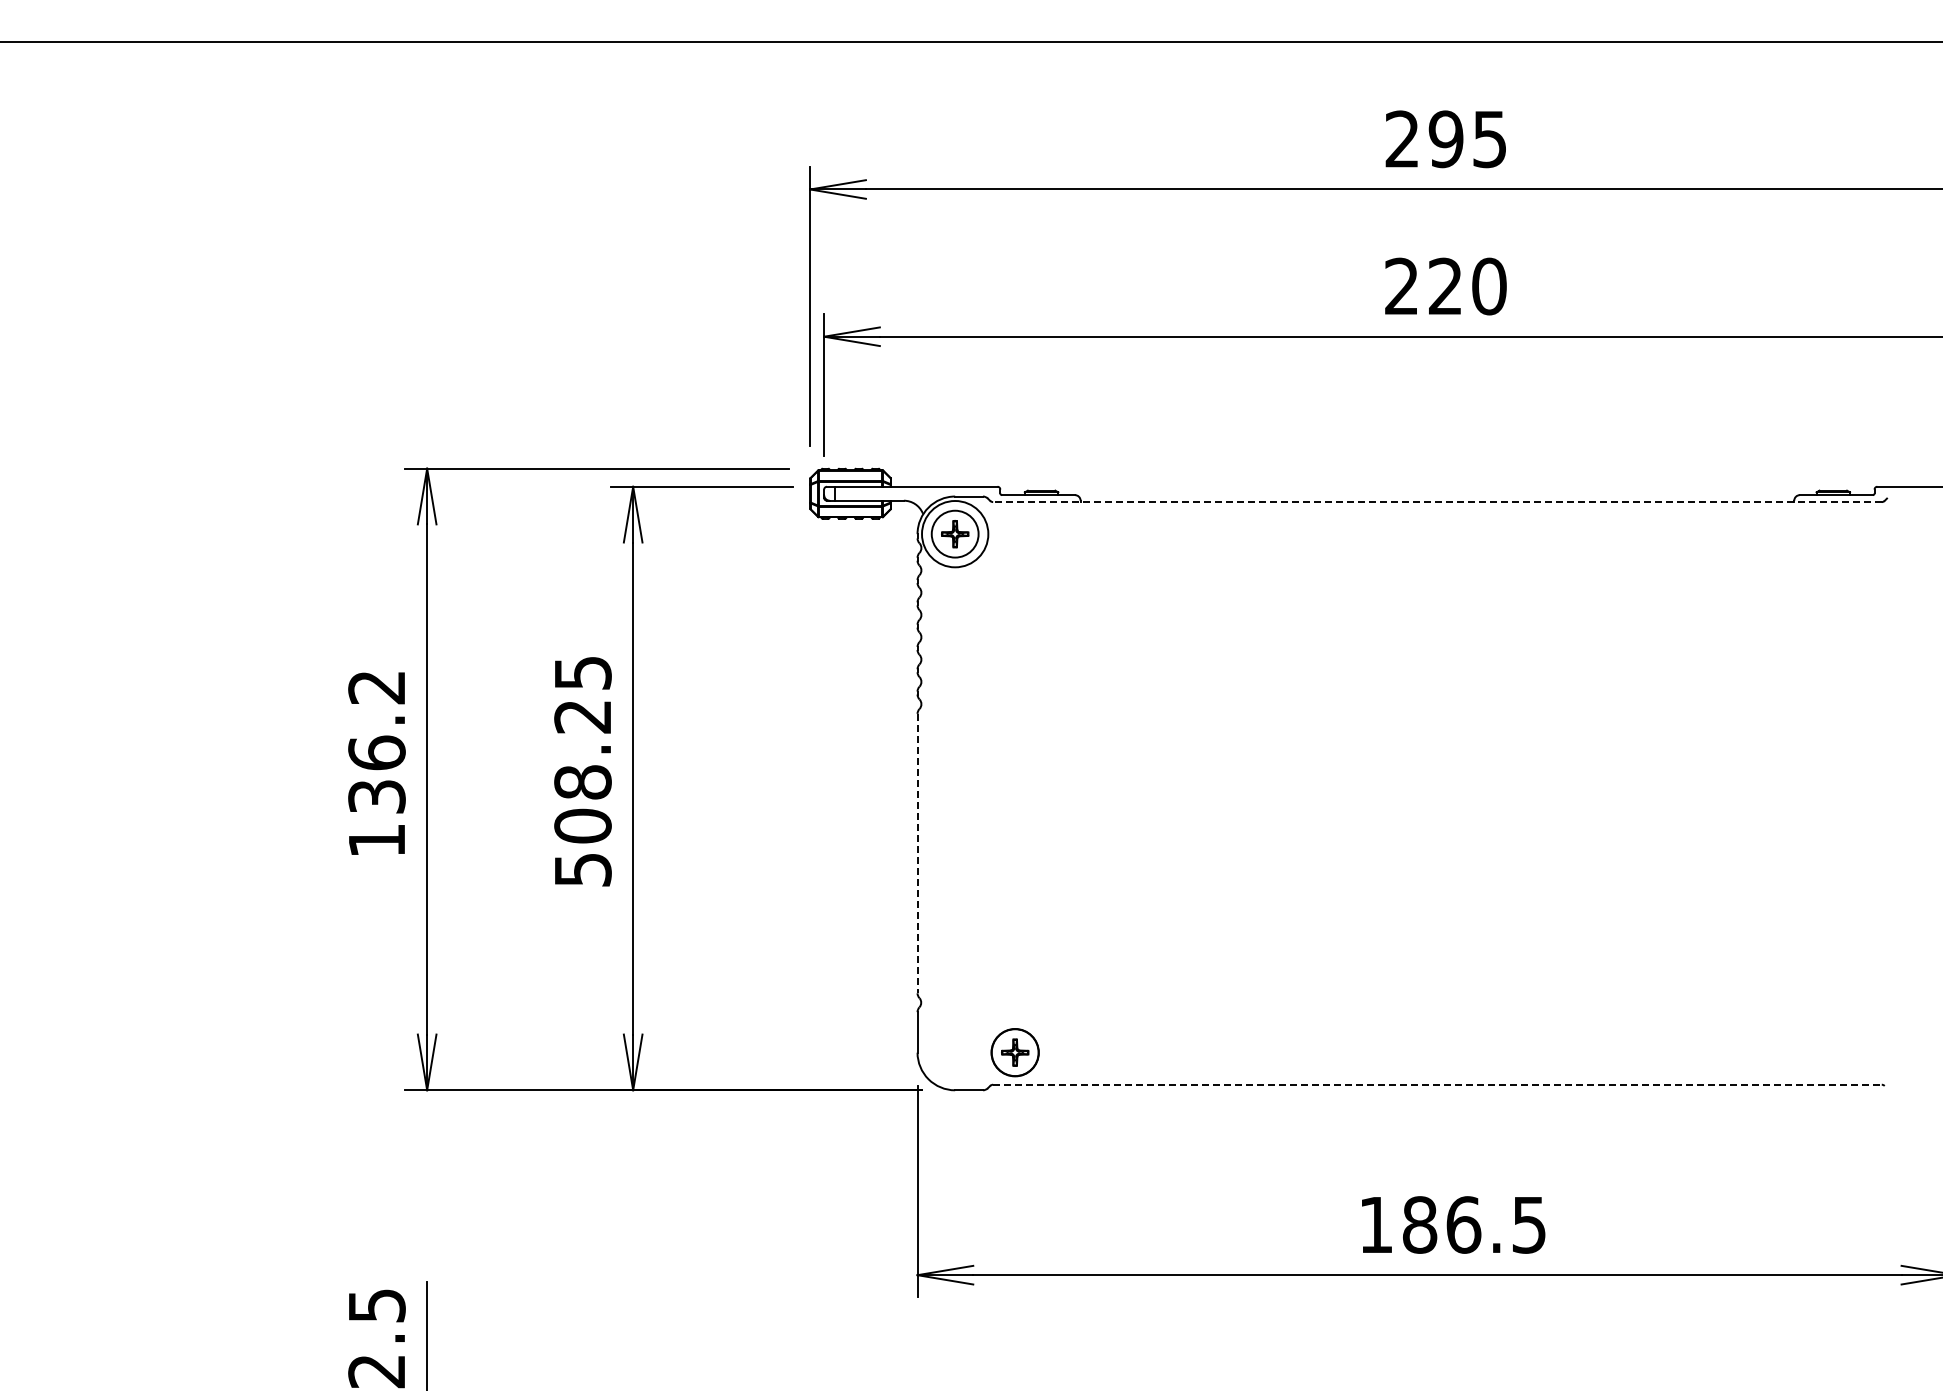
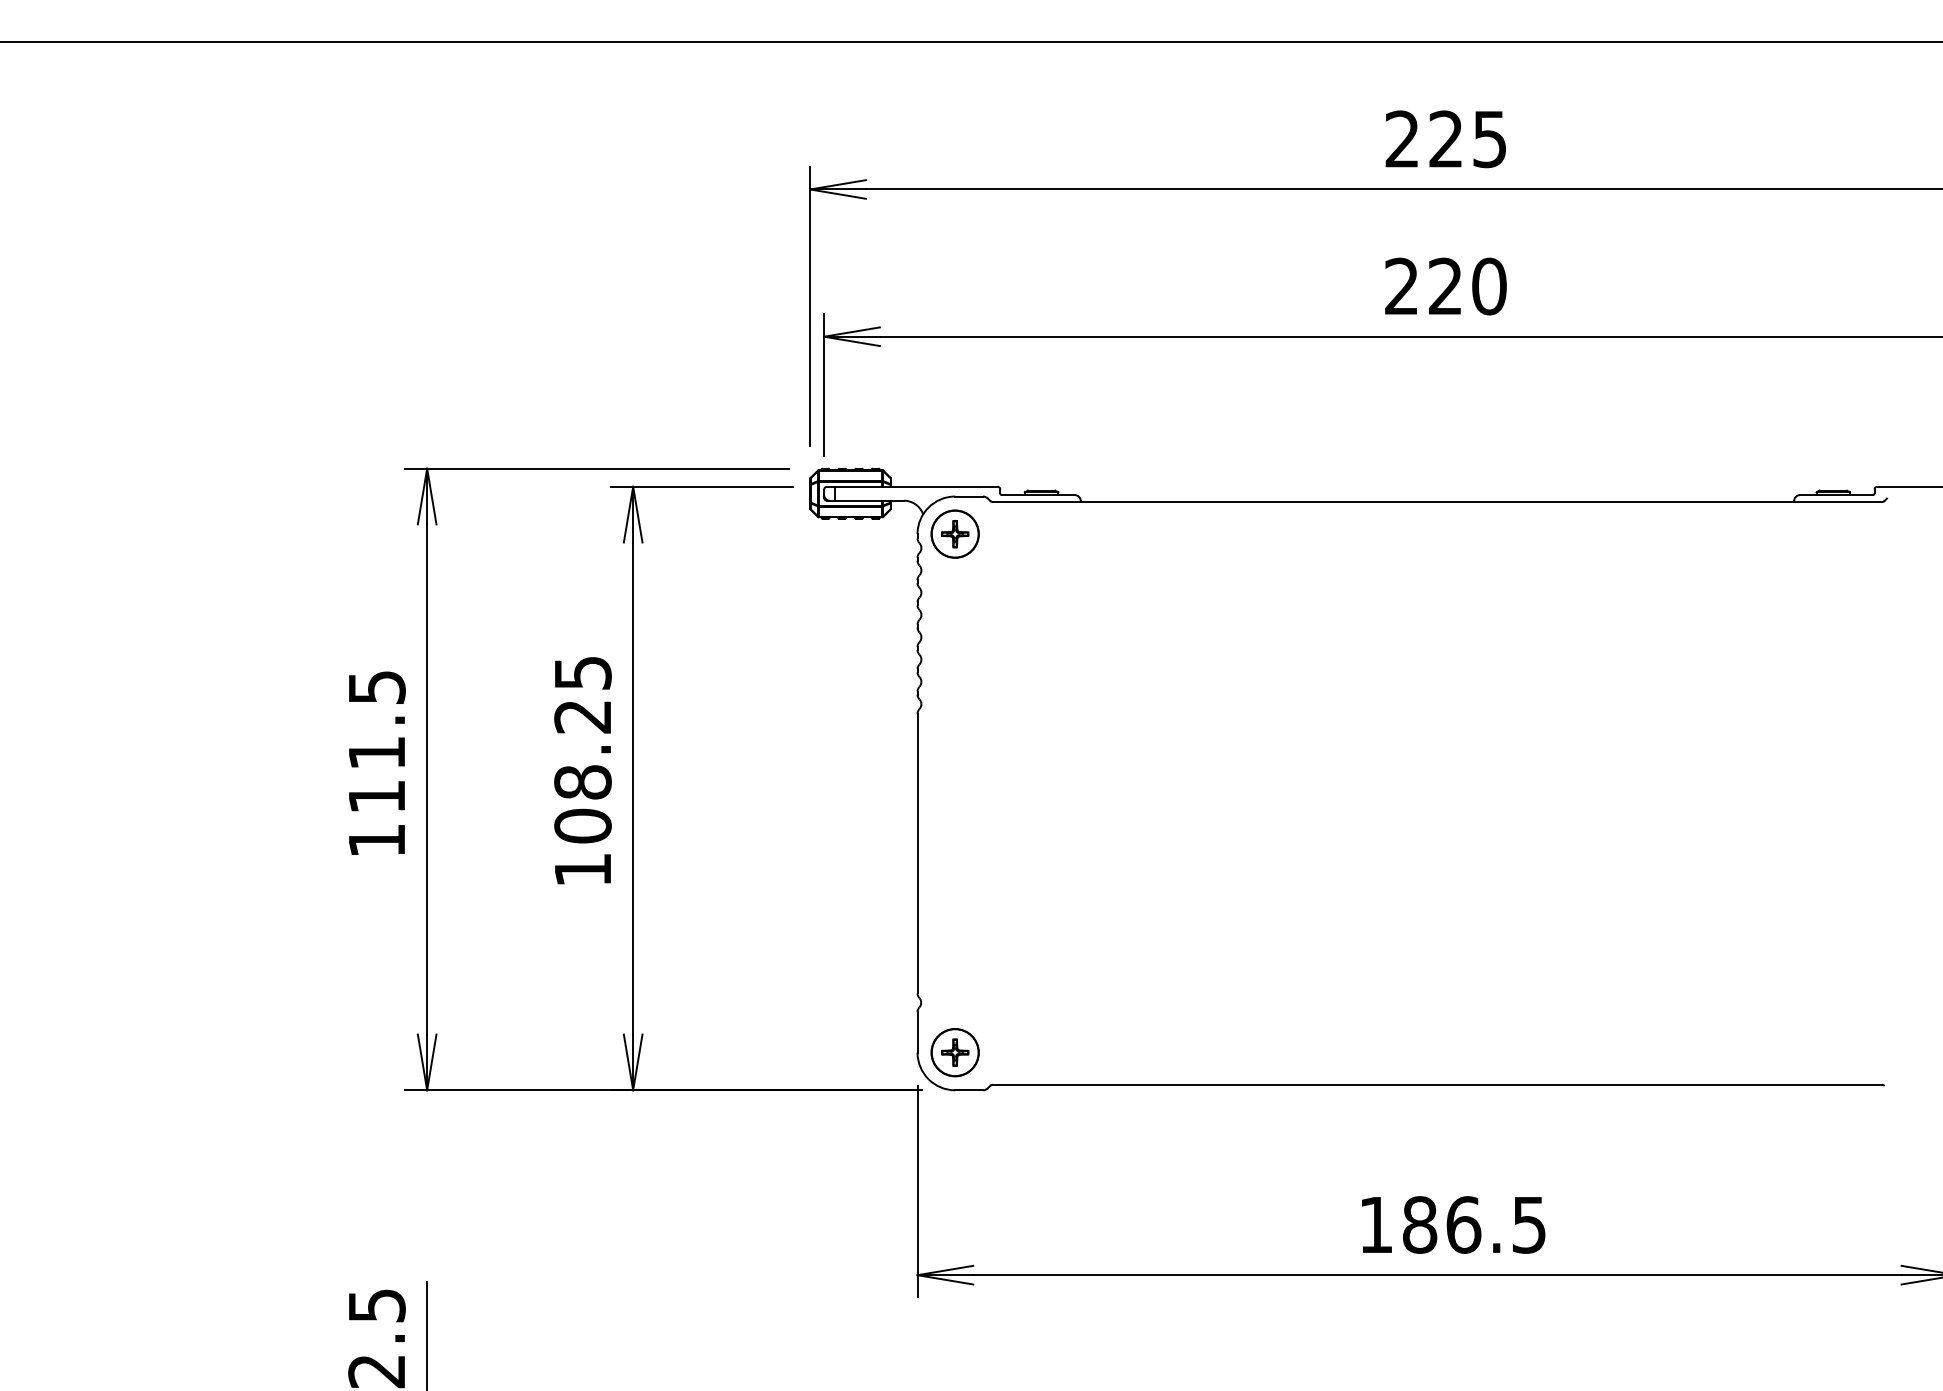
text at (1445, 139): 295 -> 225
line at (1436, 502): dashed -> solid
circle at (955, 534) diameter: 66 px -> 47 px
text at (376, 742): 136.2 -> 111.5
line at (917, 853): dashed -> solid
text at (583, 870): 508.25 -> 108.25
part at (1014, 1052) position: (1014, 1052) -> (954, 1052)
line at (1437, 1084): dashed -> solid
